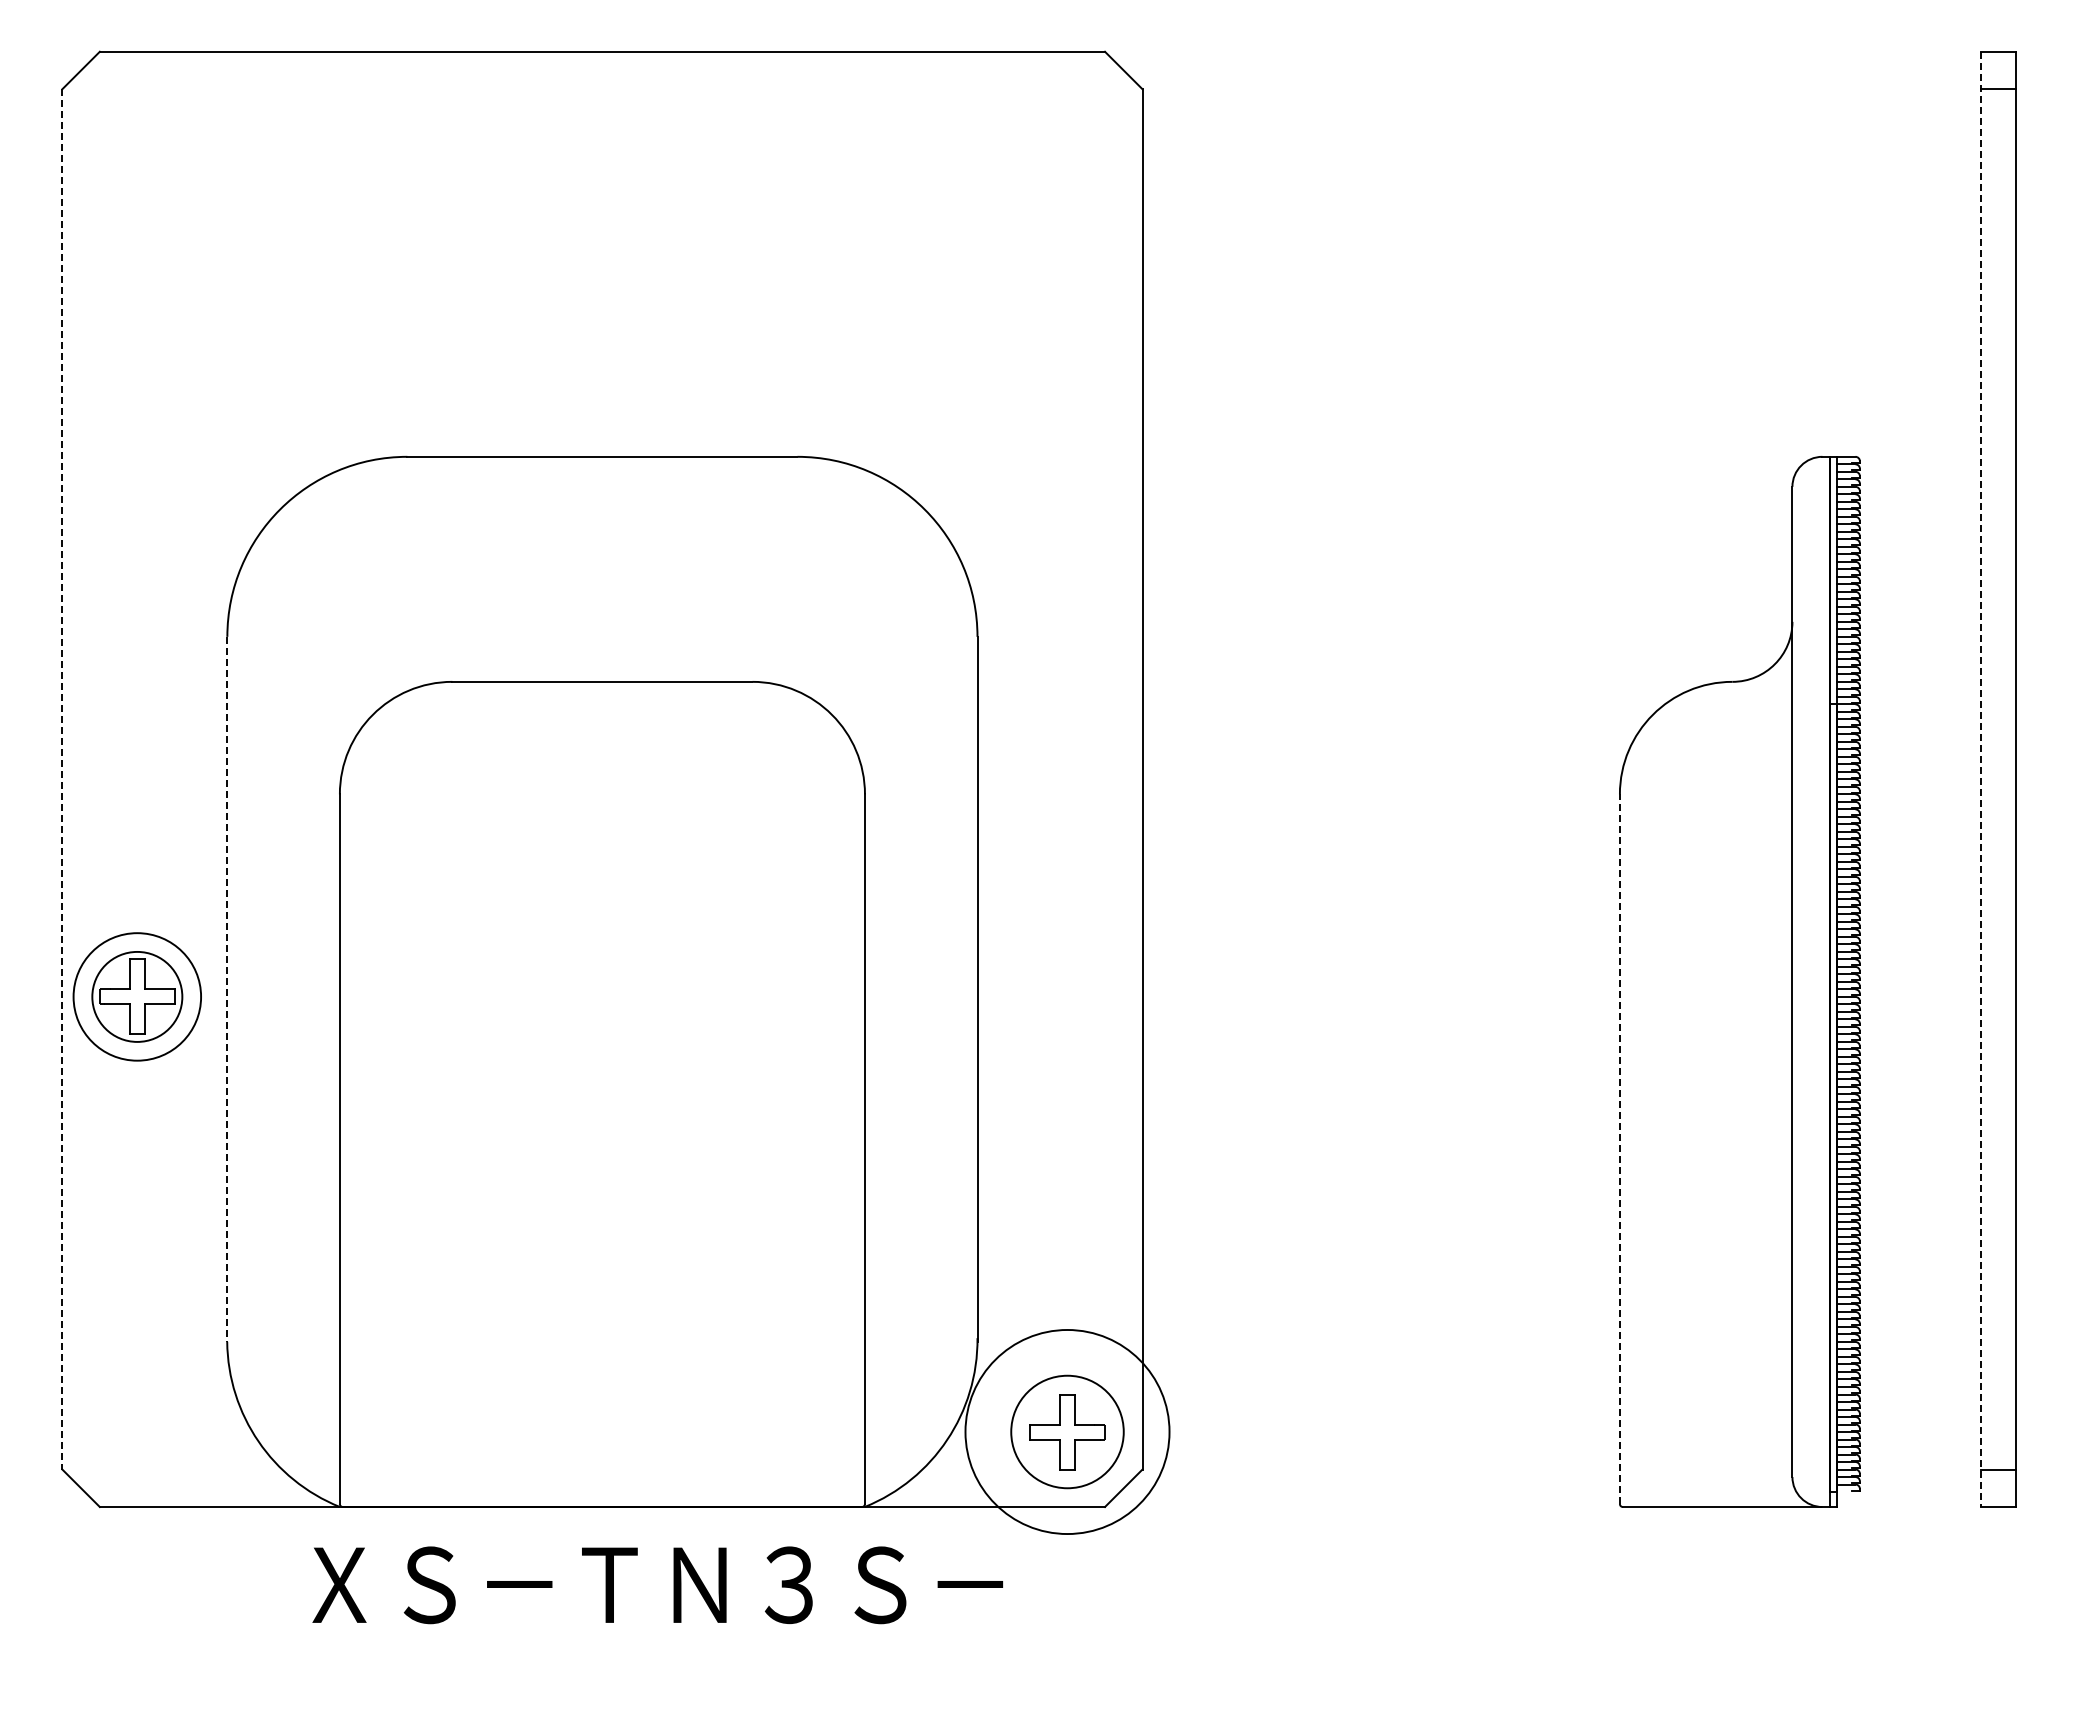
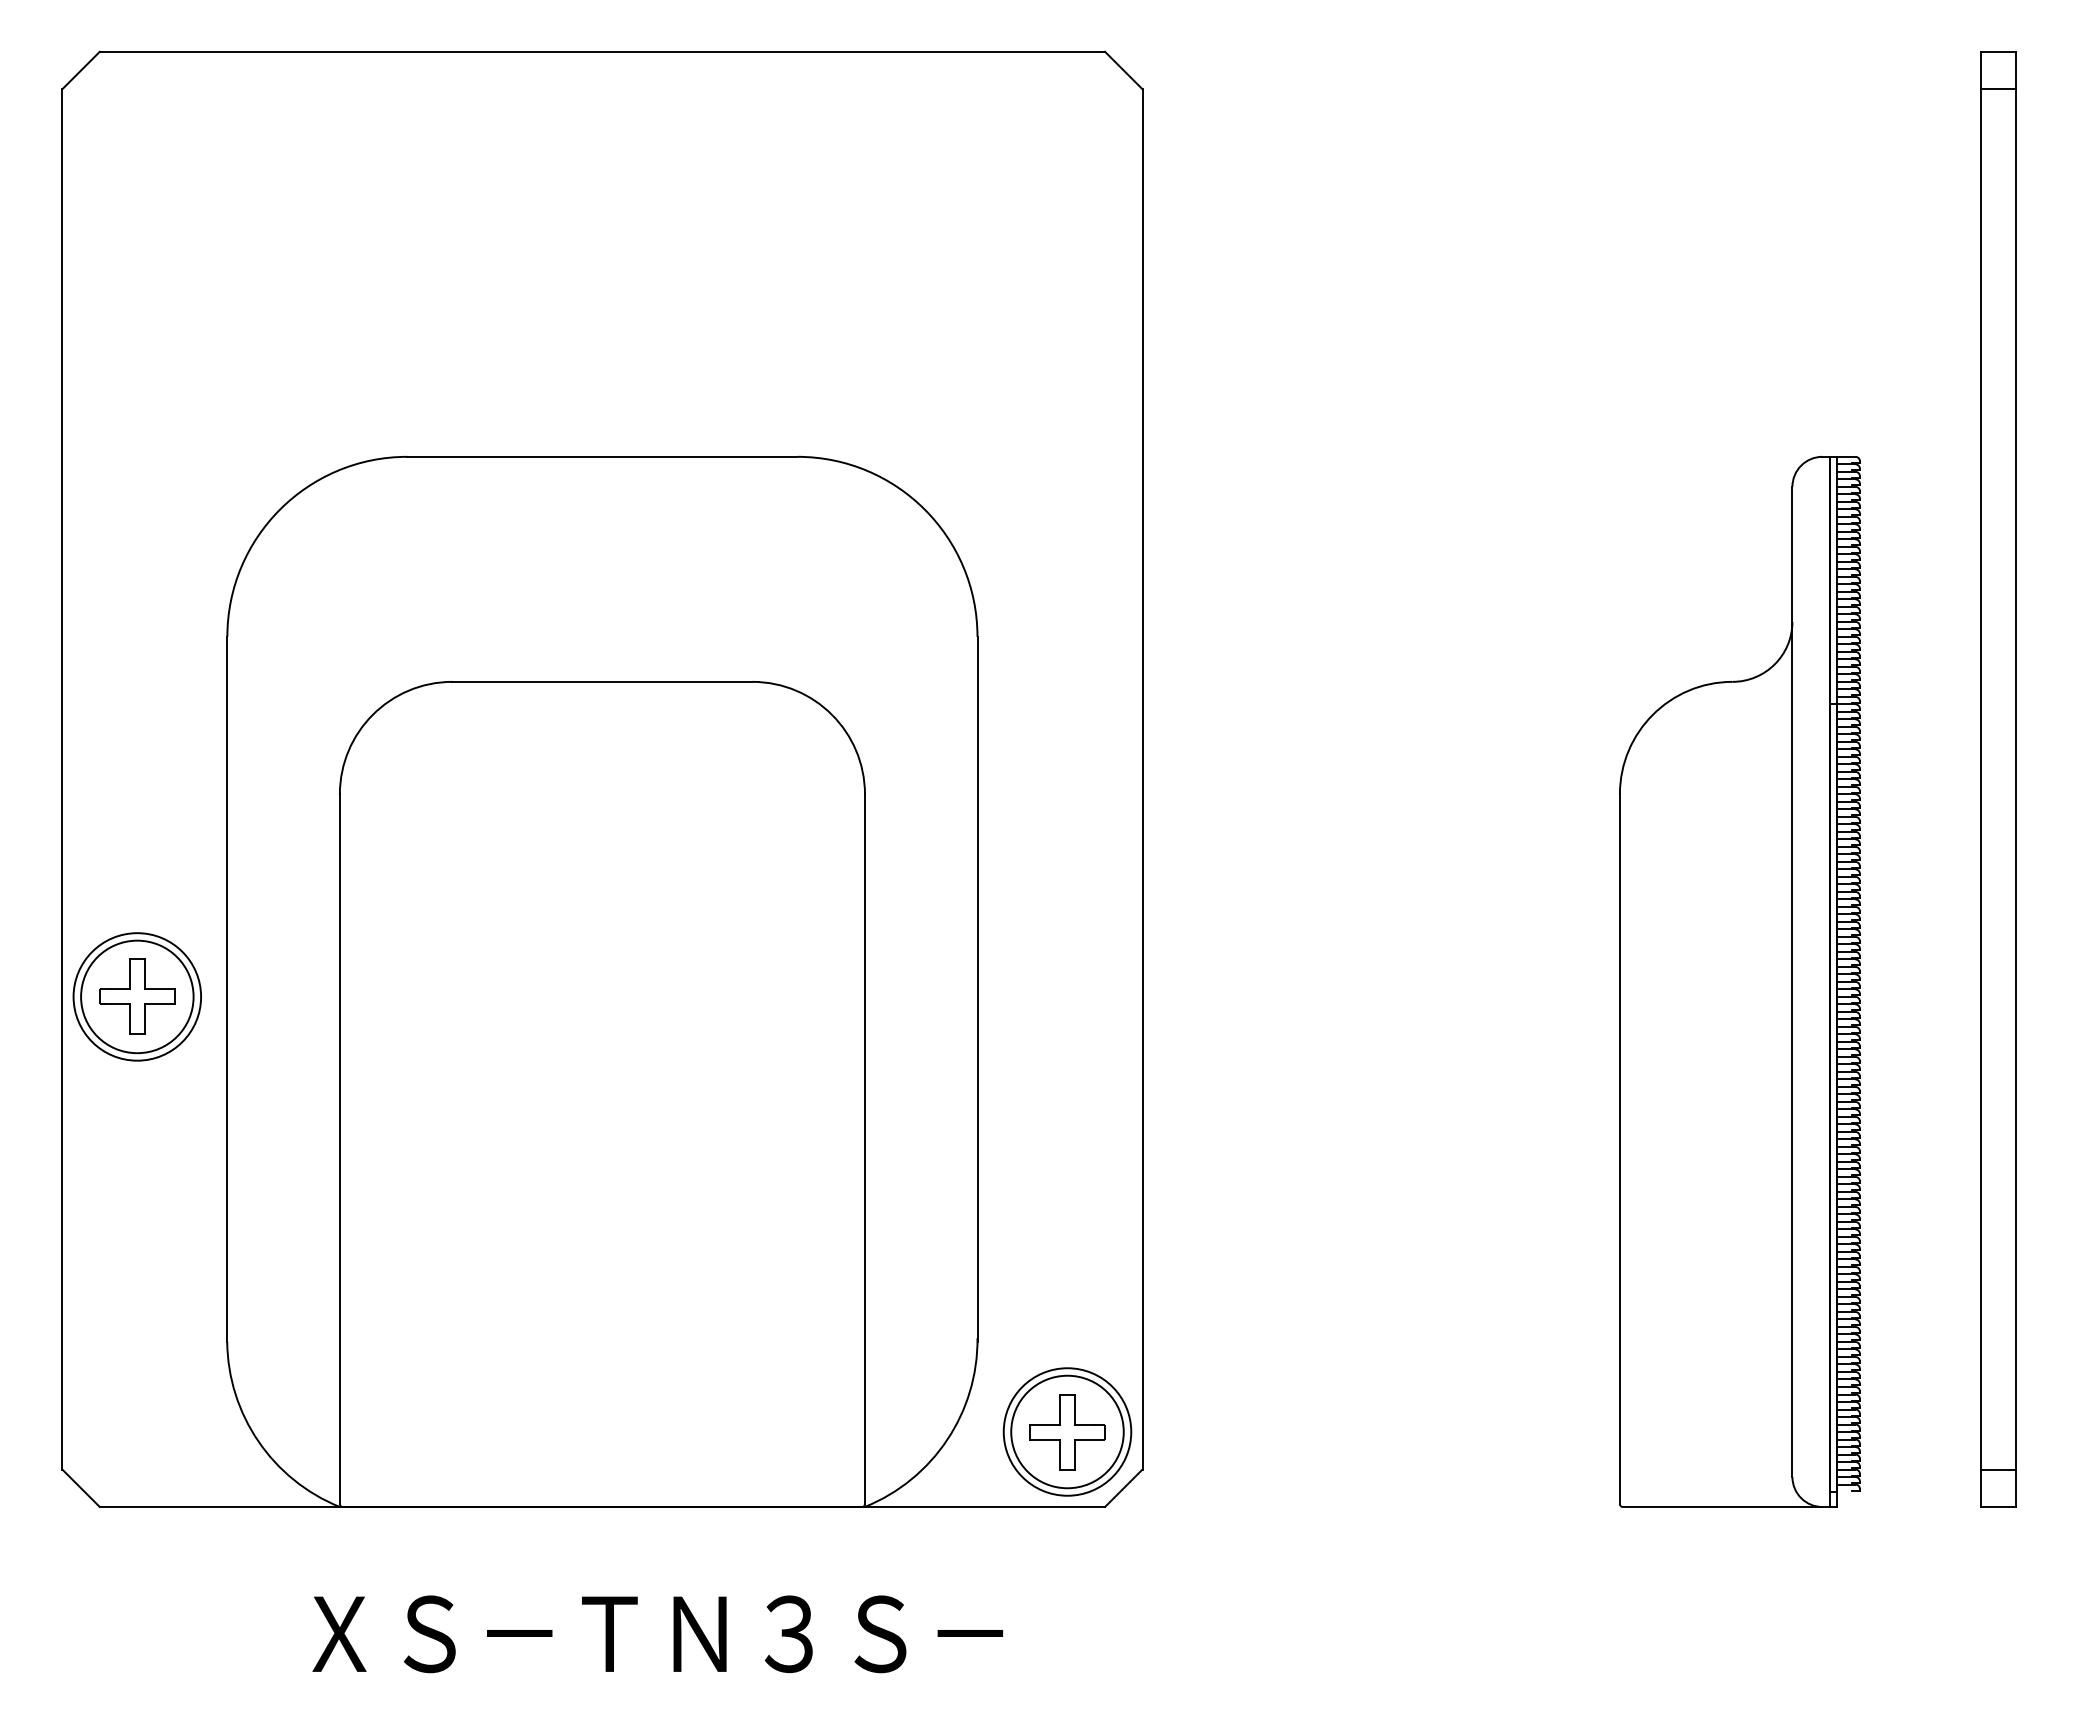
line at (62, 779): dashed -> solid
line at (1981, 779): dashed -> solid
line at (227, 989): dashed -> solid
circle at (137, 996) diameter: 90 px -> 113 px
line at (1619, 1149): dashed -> solid
circle at (1067, 1431) diameter: 204 px -> 128 px
text at (657, 1585) position: (657, 1585) -> (657, 1634)
